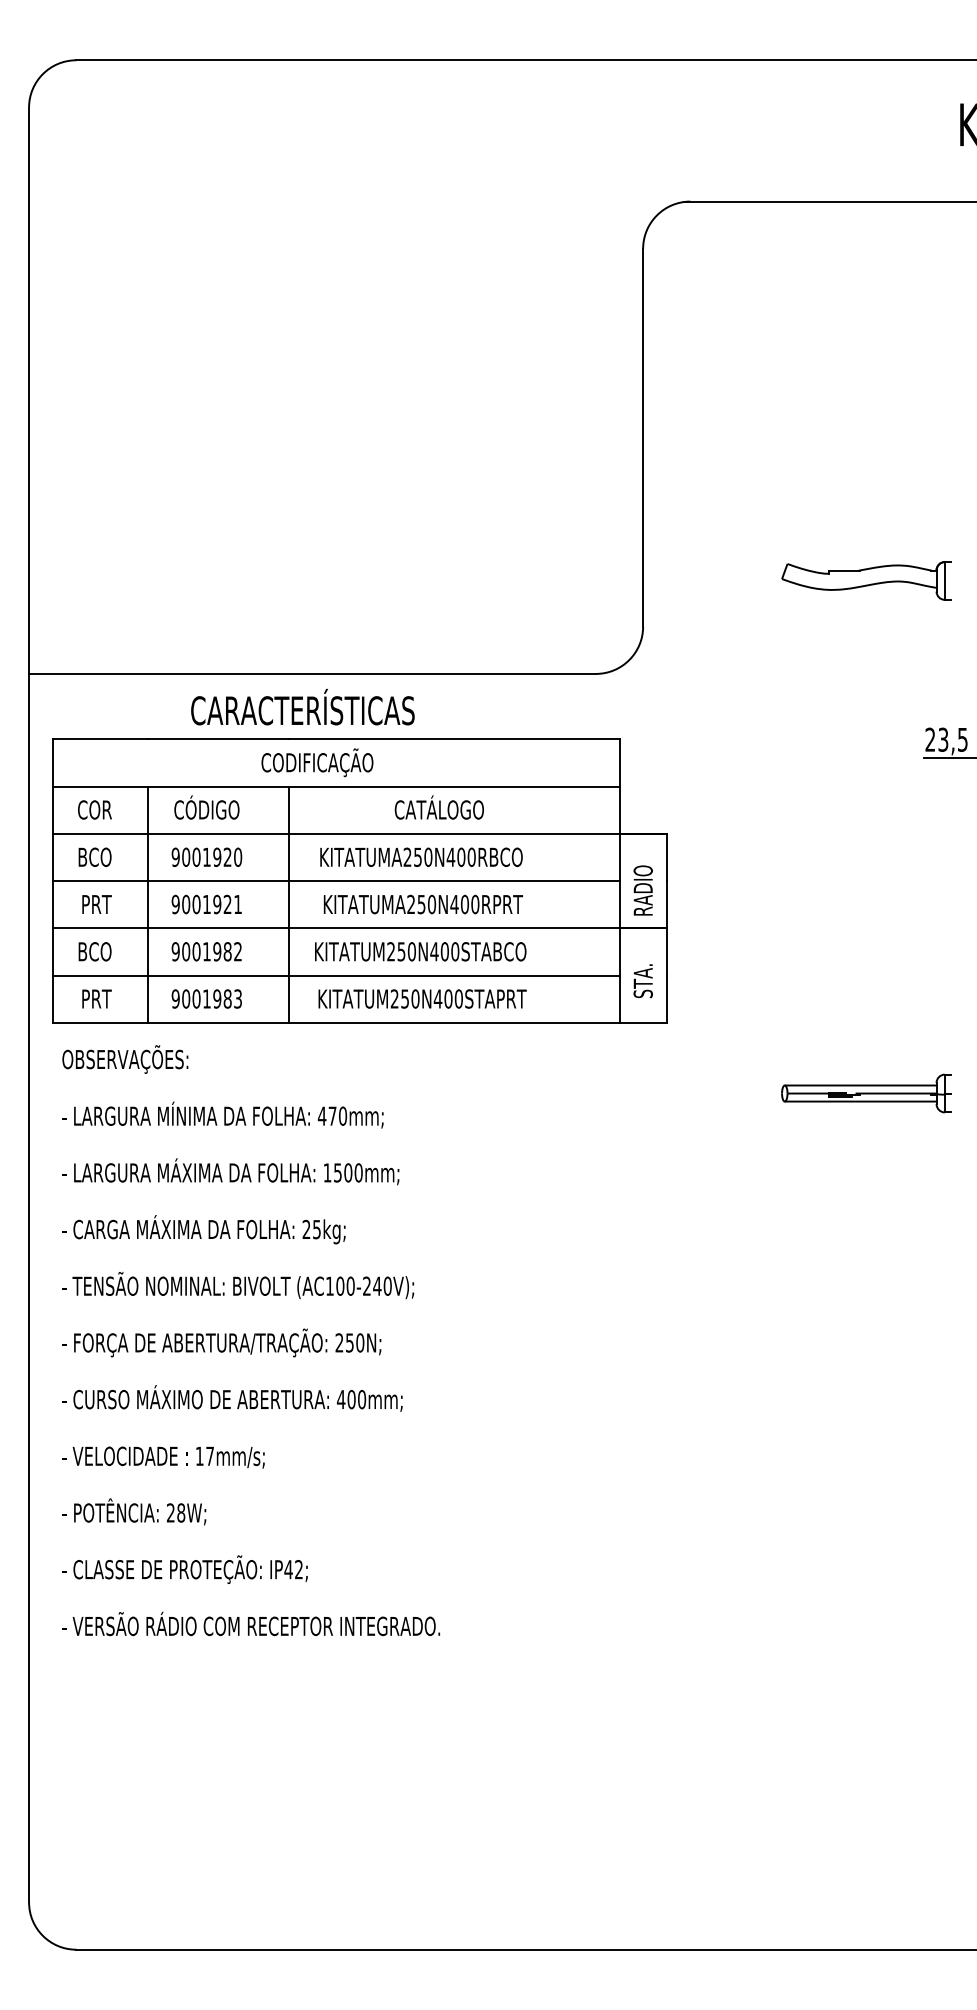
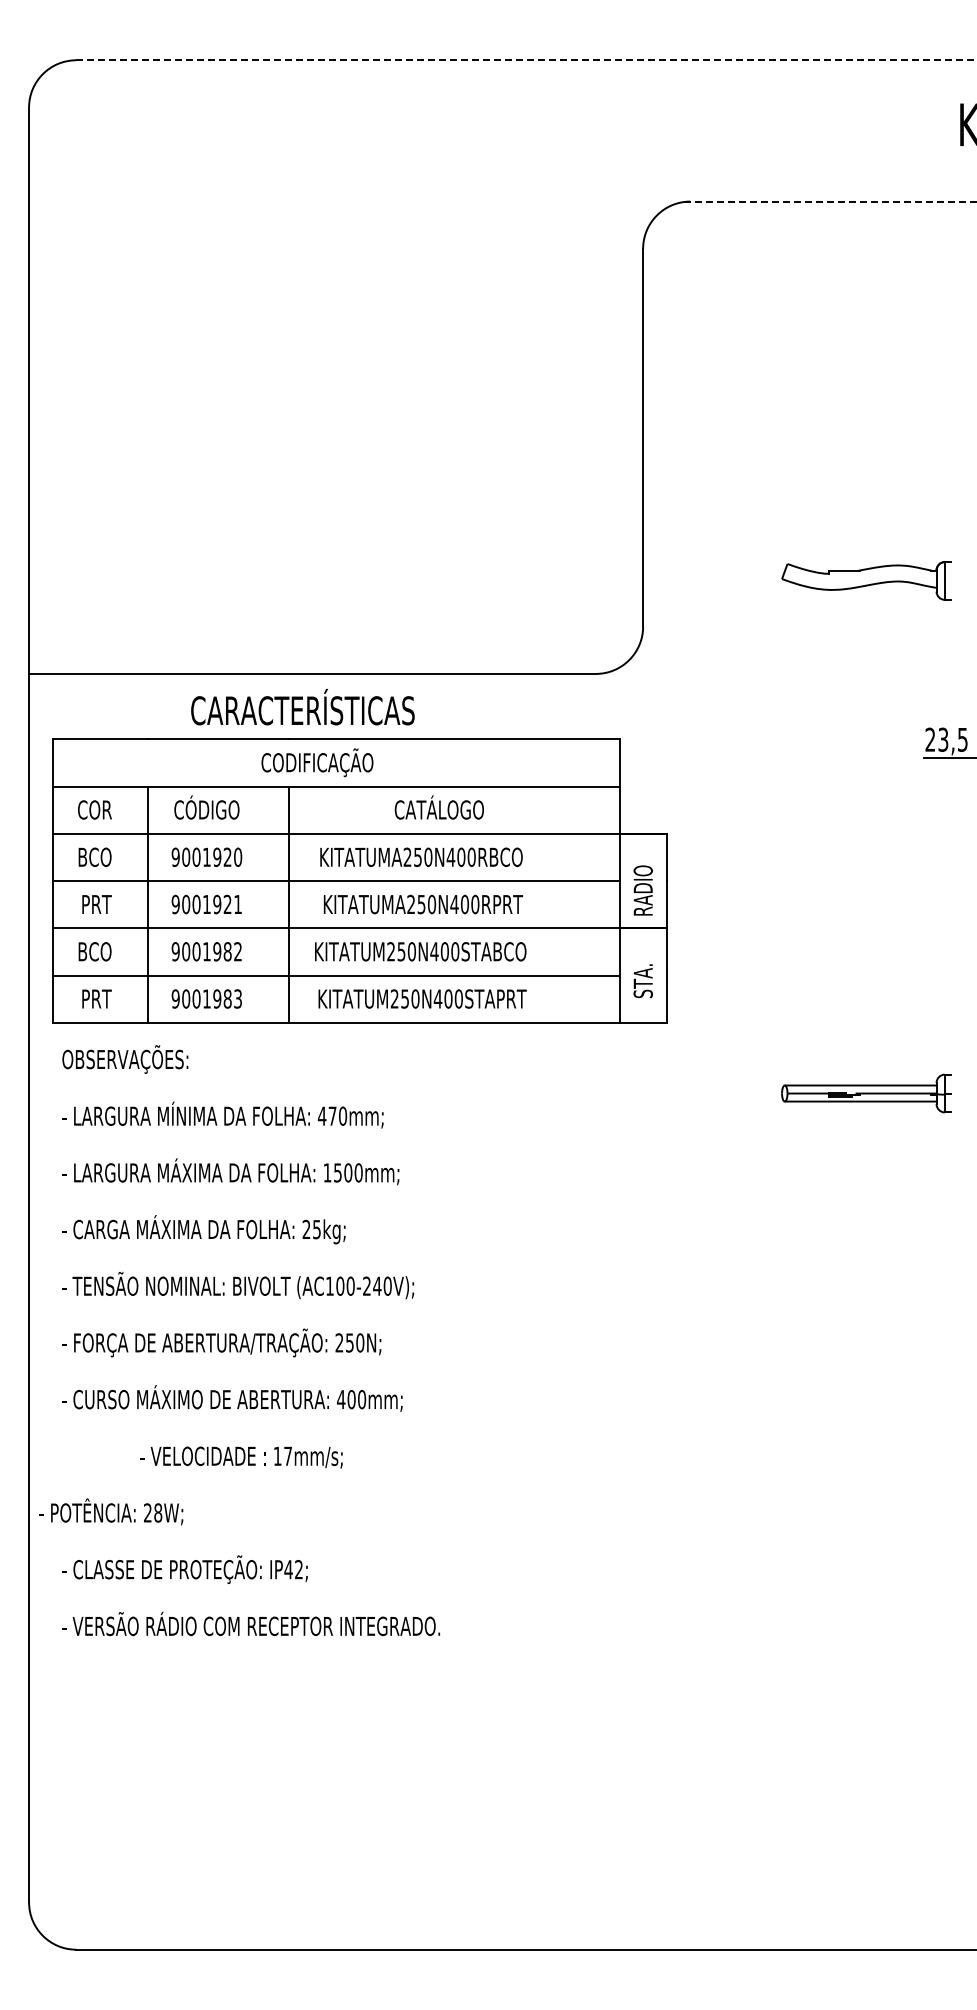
line at (526, 60): solid -> dashed
line at (830, 202): solid -> dashed
text at (163, 1457) position: (163, 1457) -> (241, 1457)
text at (134, 1511) position: (134, 1511) -> (111, 1511)
